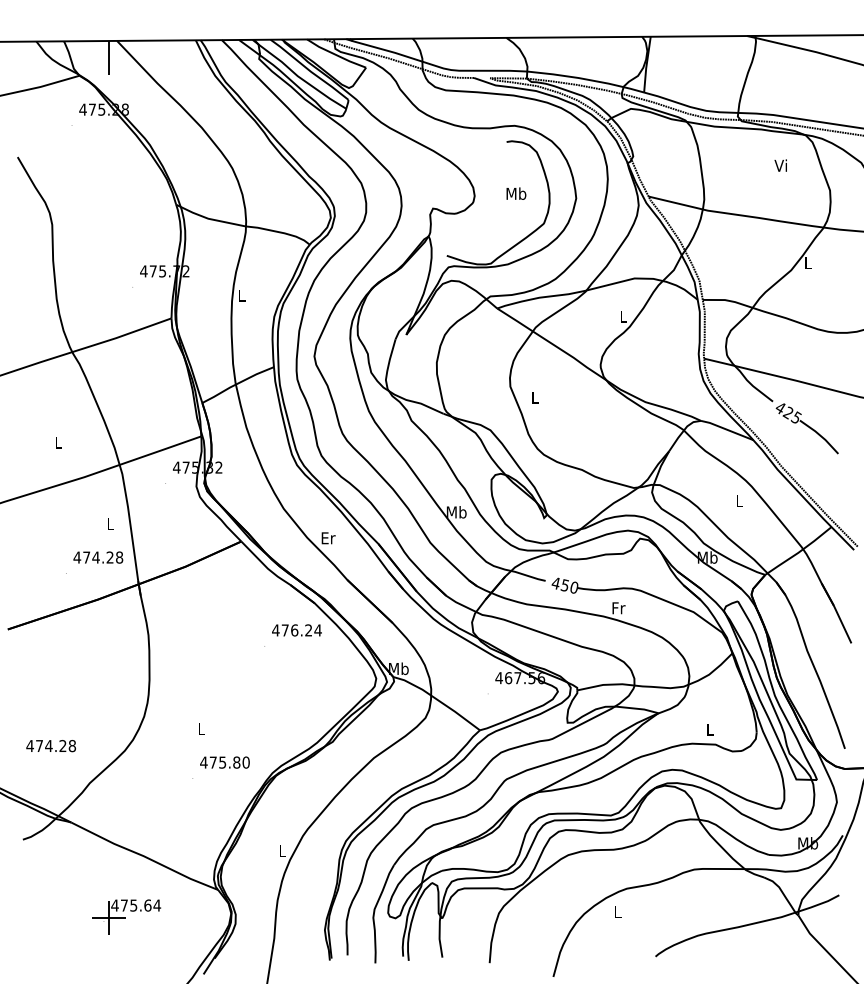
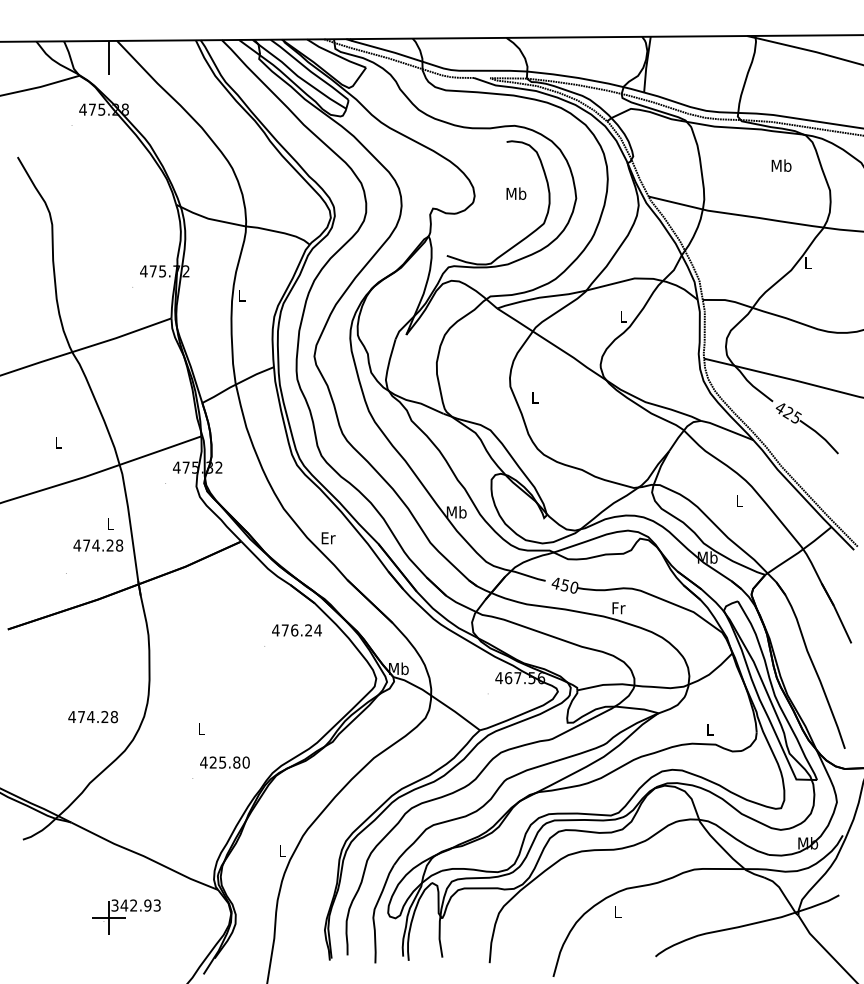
text at (781, 165): Vi -> Mb
text at (98, 557) position: (98, 557) -> (98, 545)
text at (50, 746) position: (50, 746) -> (92, 717)
text at (212, 762): 475.80 -> 425.80
text at (136, 905): 475.64 -> 342.93
